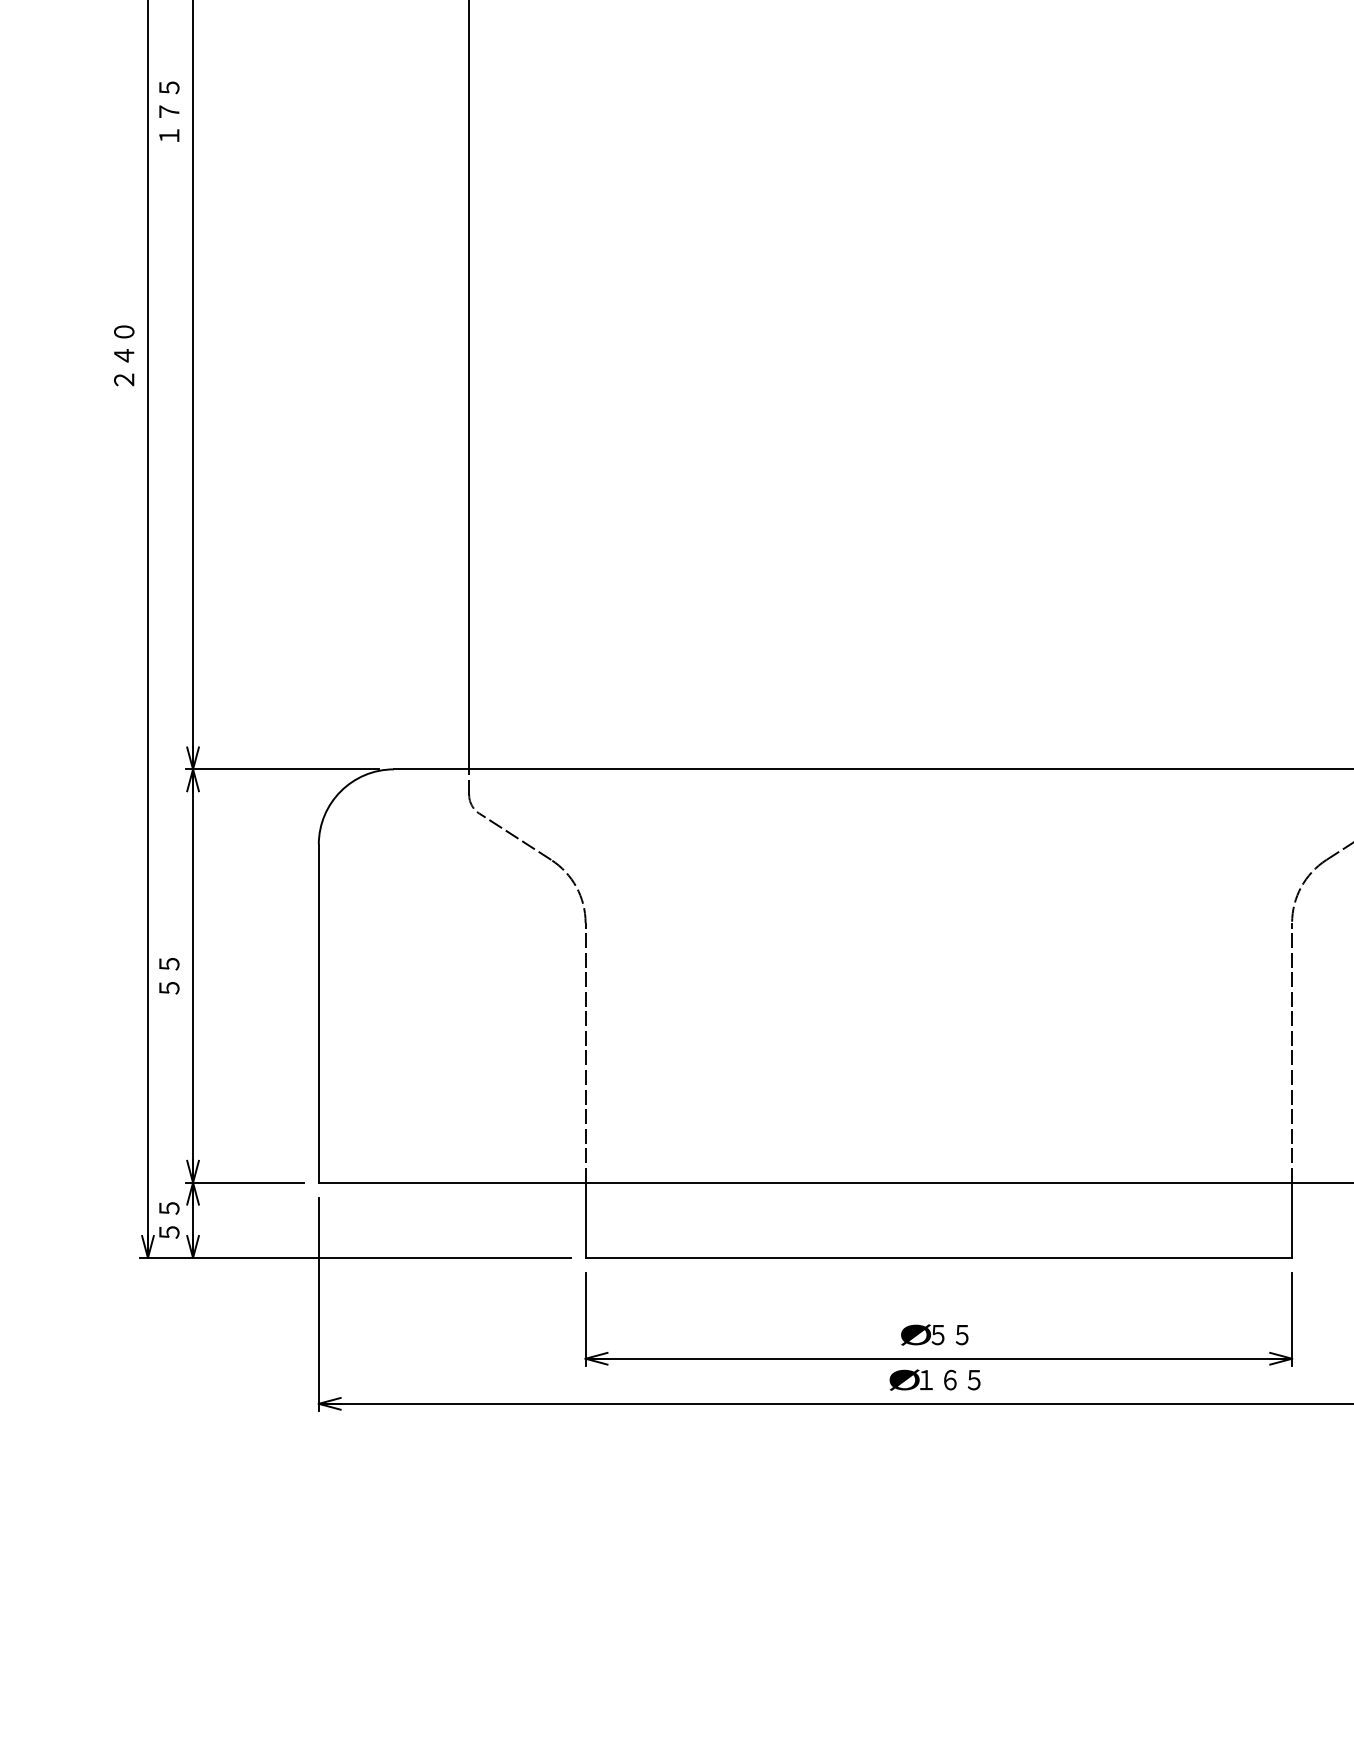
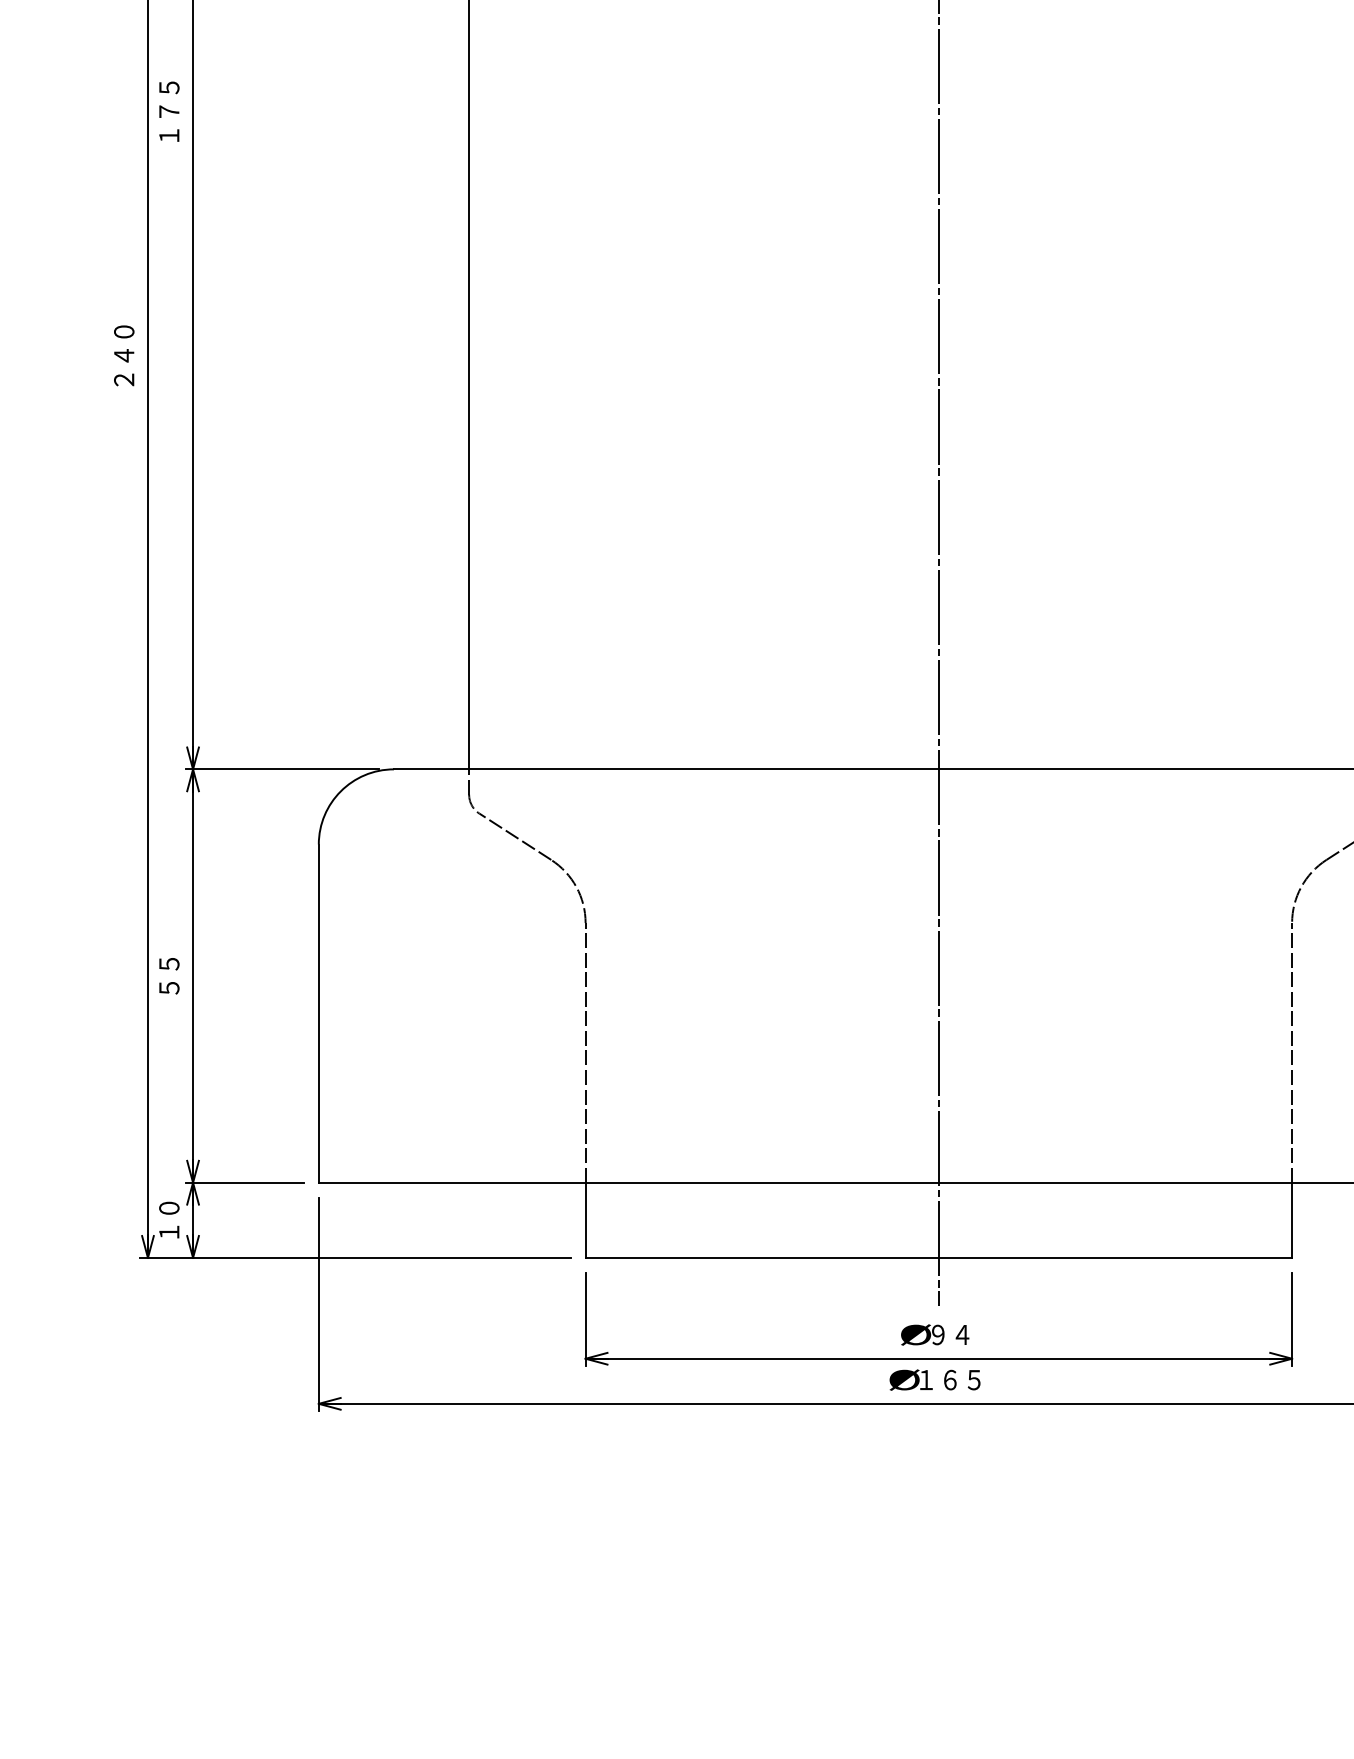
line at (938, 653): none -> present
text at (169, 1219): ５５ -> １０
text at (950, 1334): ５５ -> ９４
